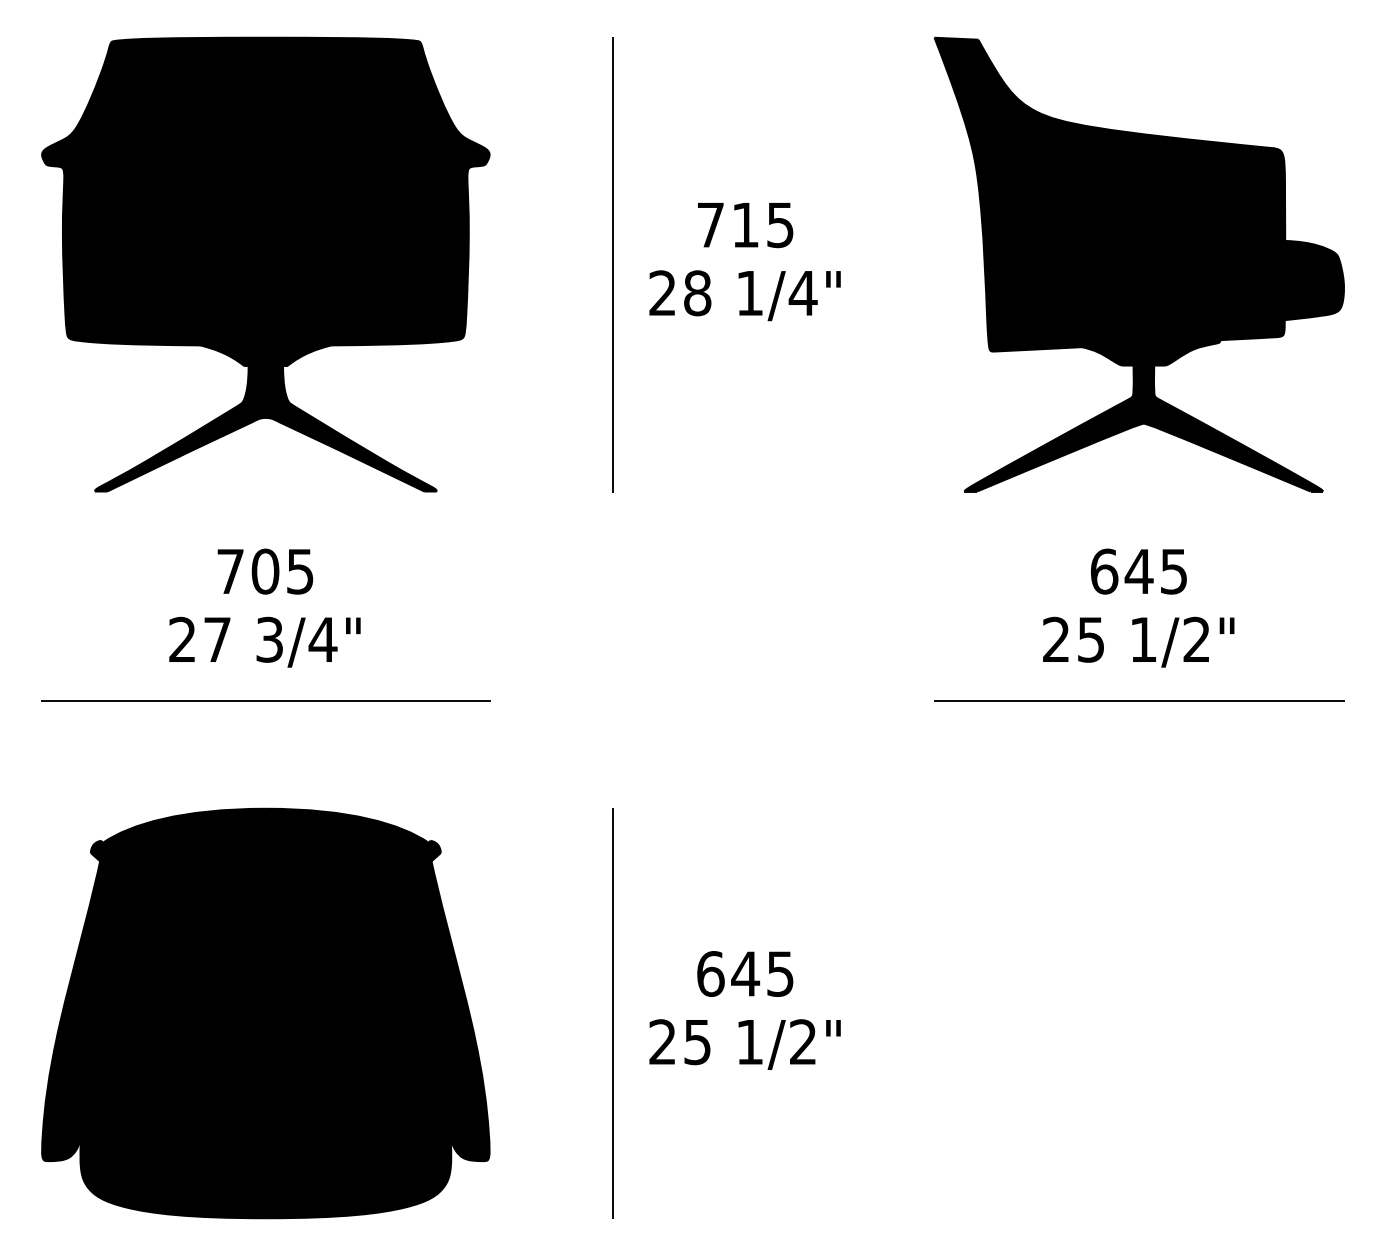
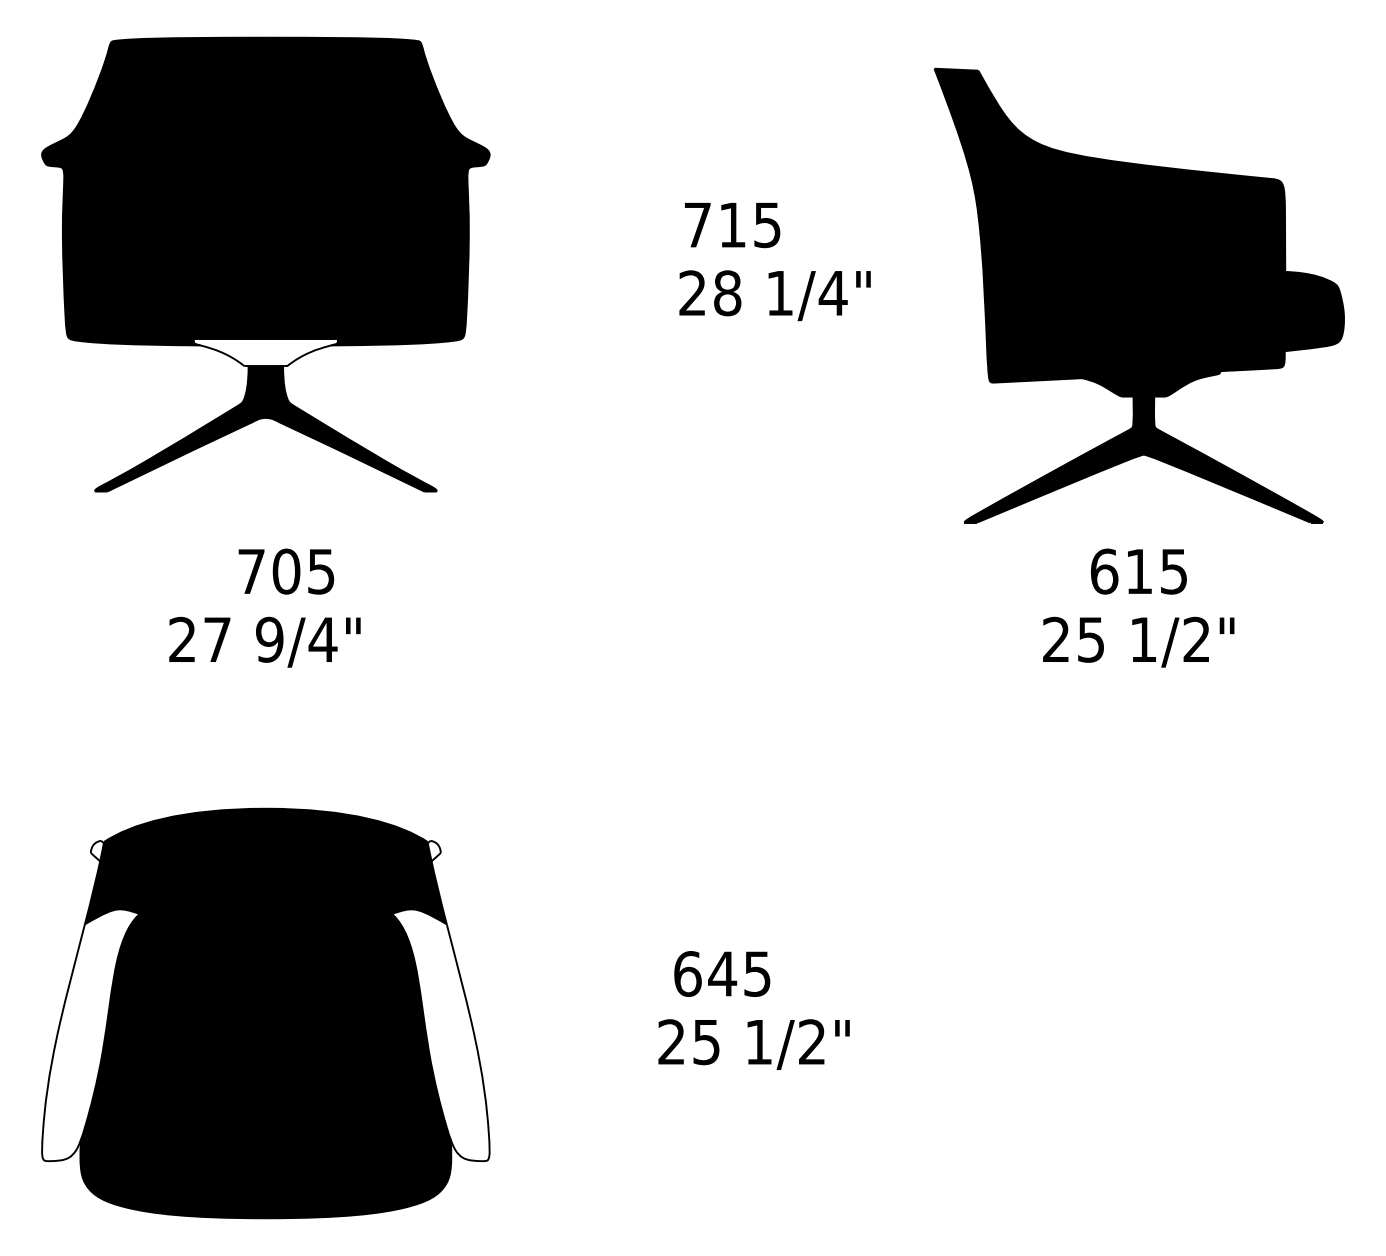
text at (745, 225) position: (745, 225) -> (732, 225)
line at (613, 264): present -> none
part at (1138, 264) position: (1138, 264) -> (1138, 295)
text at (744, 295) position: (744, 295) -> (774, 295)
fill at (265, 352): present -> none
text at (265, 571) position: (265, 571) -> (286, 571)
text at (1138, 571): 645 -> 615
text at (269, 639): 3/4" -> 9/4"
line at (265, 701): present -> none
line at (1139, 701): present -> none
fill at (96, 850): present -> none
fill at (433, 850): present -> none
text at (745, 973) position: (745, 973) -> (722, 973)
line at (613, 1013): present -> none
fill at (90, 1035): present -> none
fill at (440, 1035): present -> none
text at (744, 1044) position: (744, 1044) -> (753, 1044)
